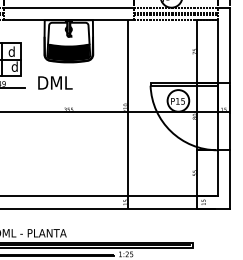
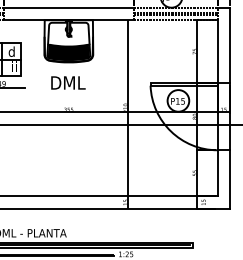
text at (14, 66): d -> ii
text at (55, 82) position: (55, 82) -> (68, 82)
line at (120, 124): none -> present
